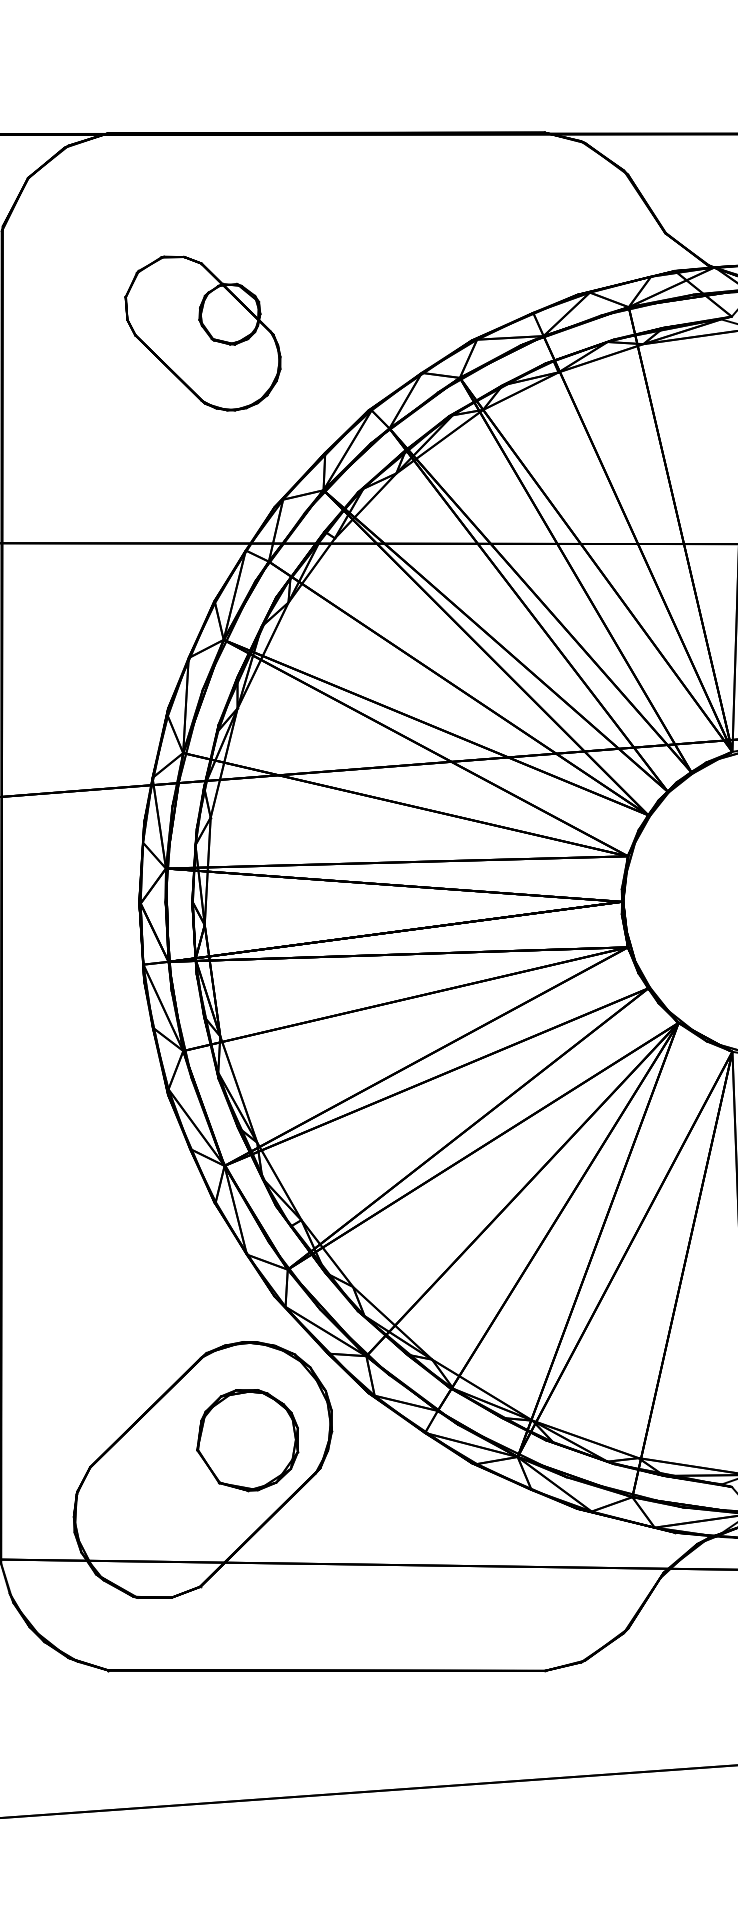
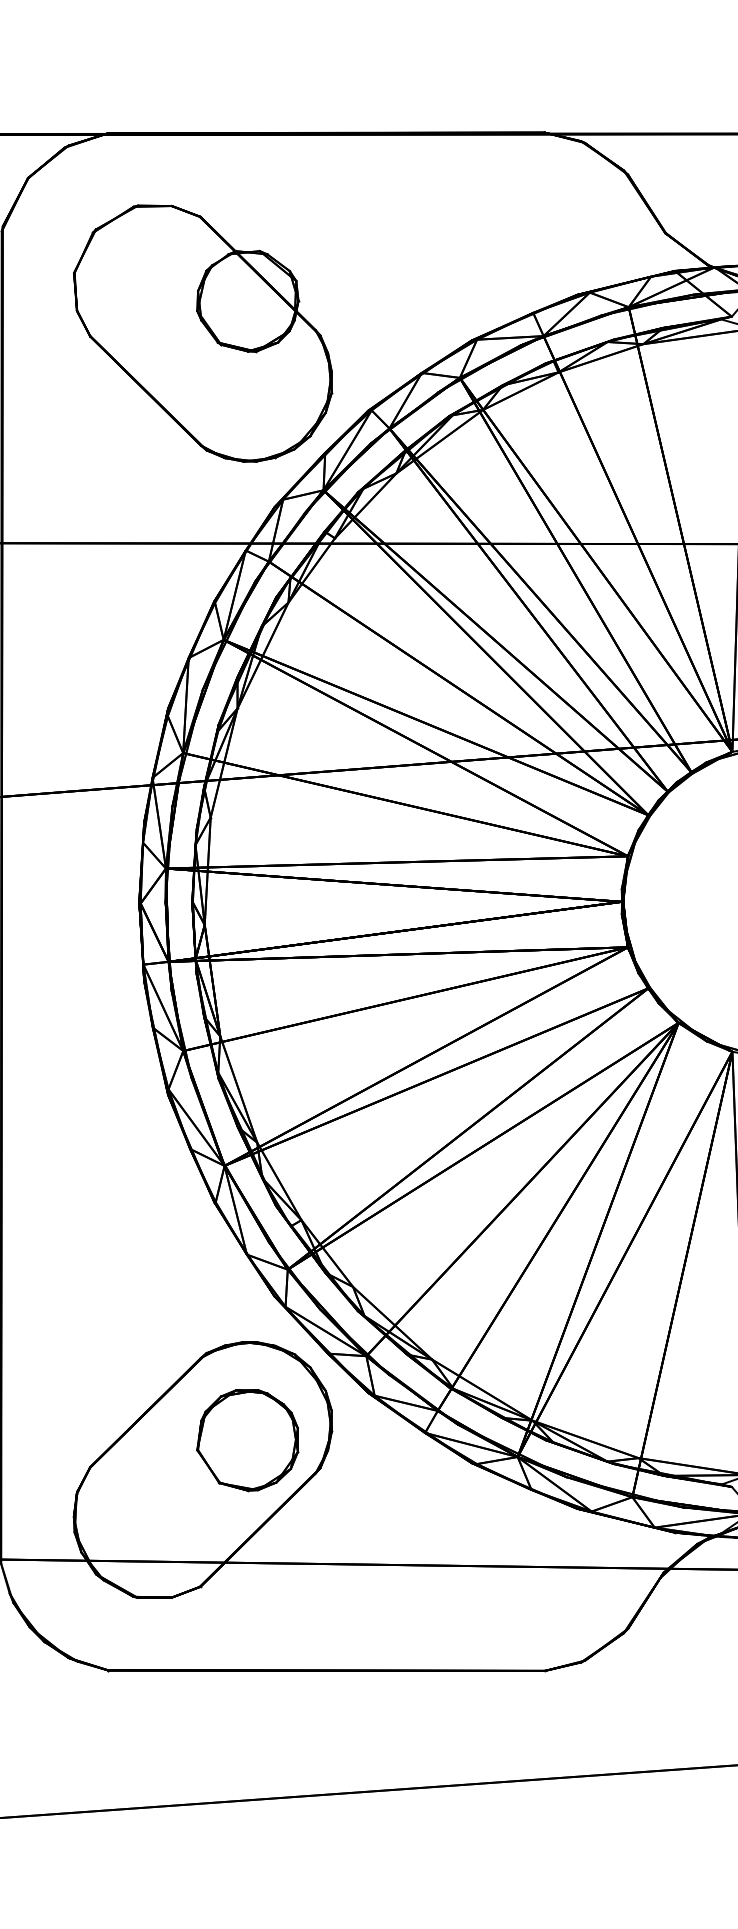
part at (202, 333) size: 158x157 px -> 262x259 px
